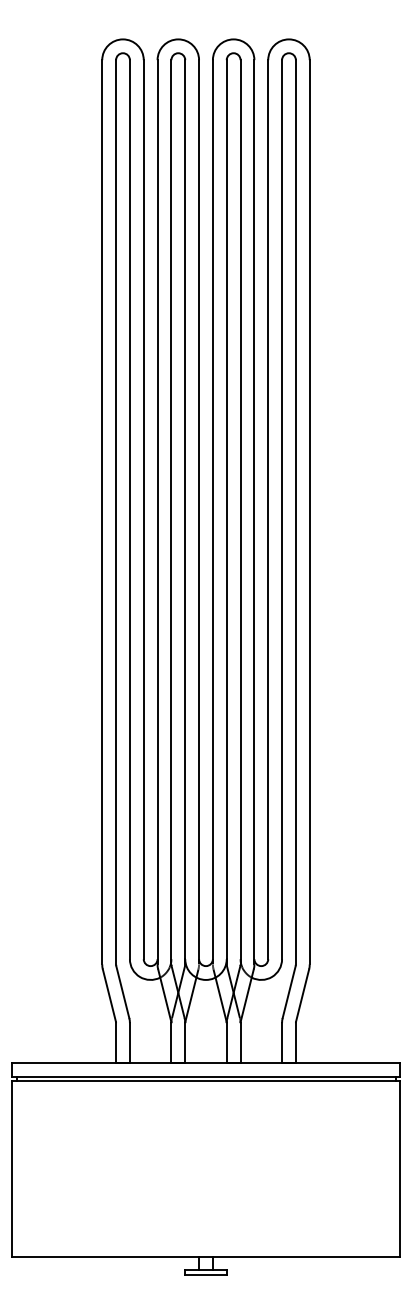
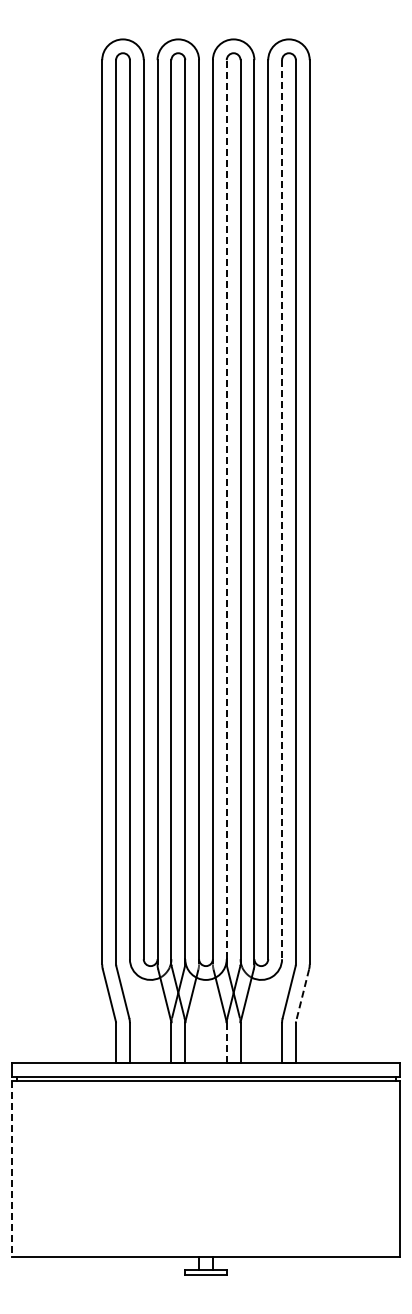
line at (226, 509): solid -> dashed
line at (282, 509): solid -> dashed
line at (302, 995): solid -> dashed
line at (226, 1043): solid -> dashed
line at (12, 1168): solid -> dashed
